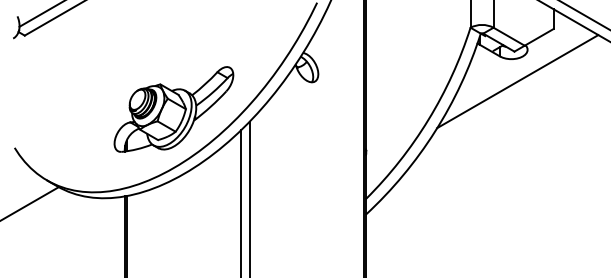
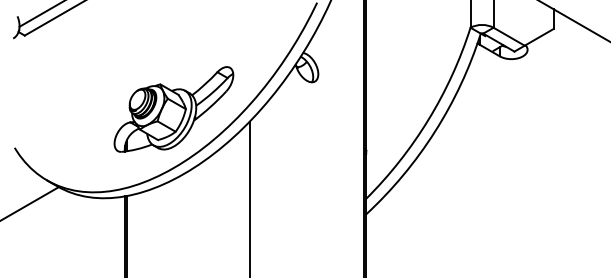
line at (584, 15): present -> none
line at (517, 81): present -> none
line at (241, 201): present -> none
